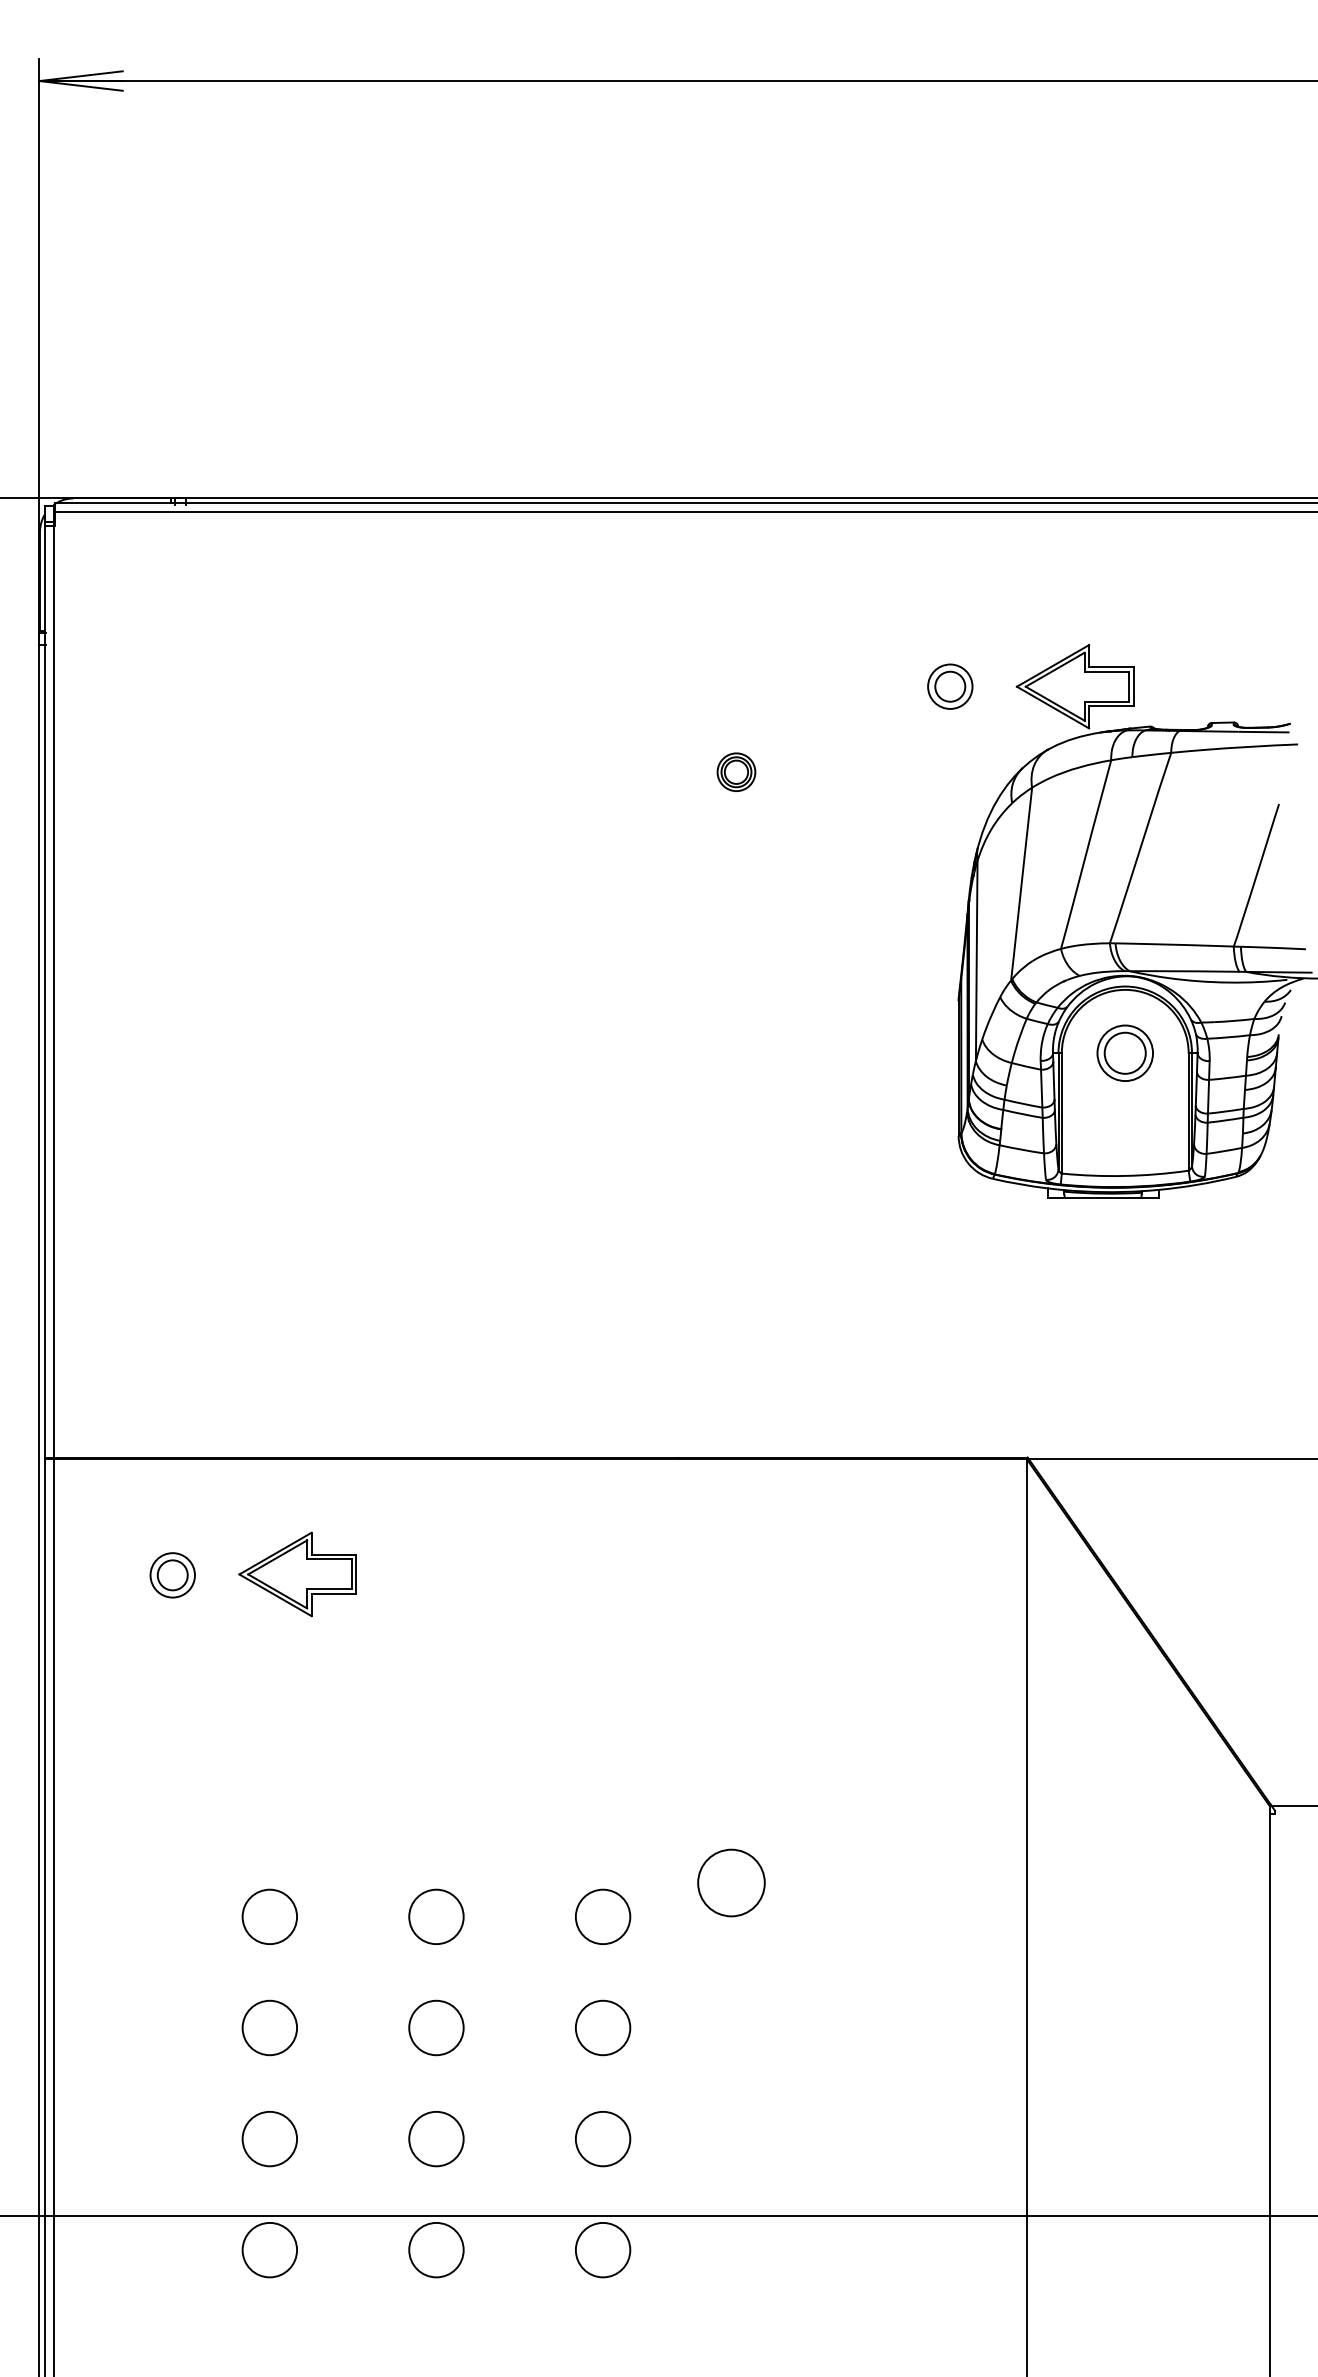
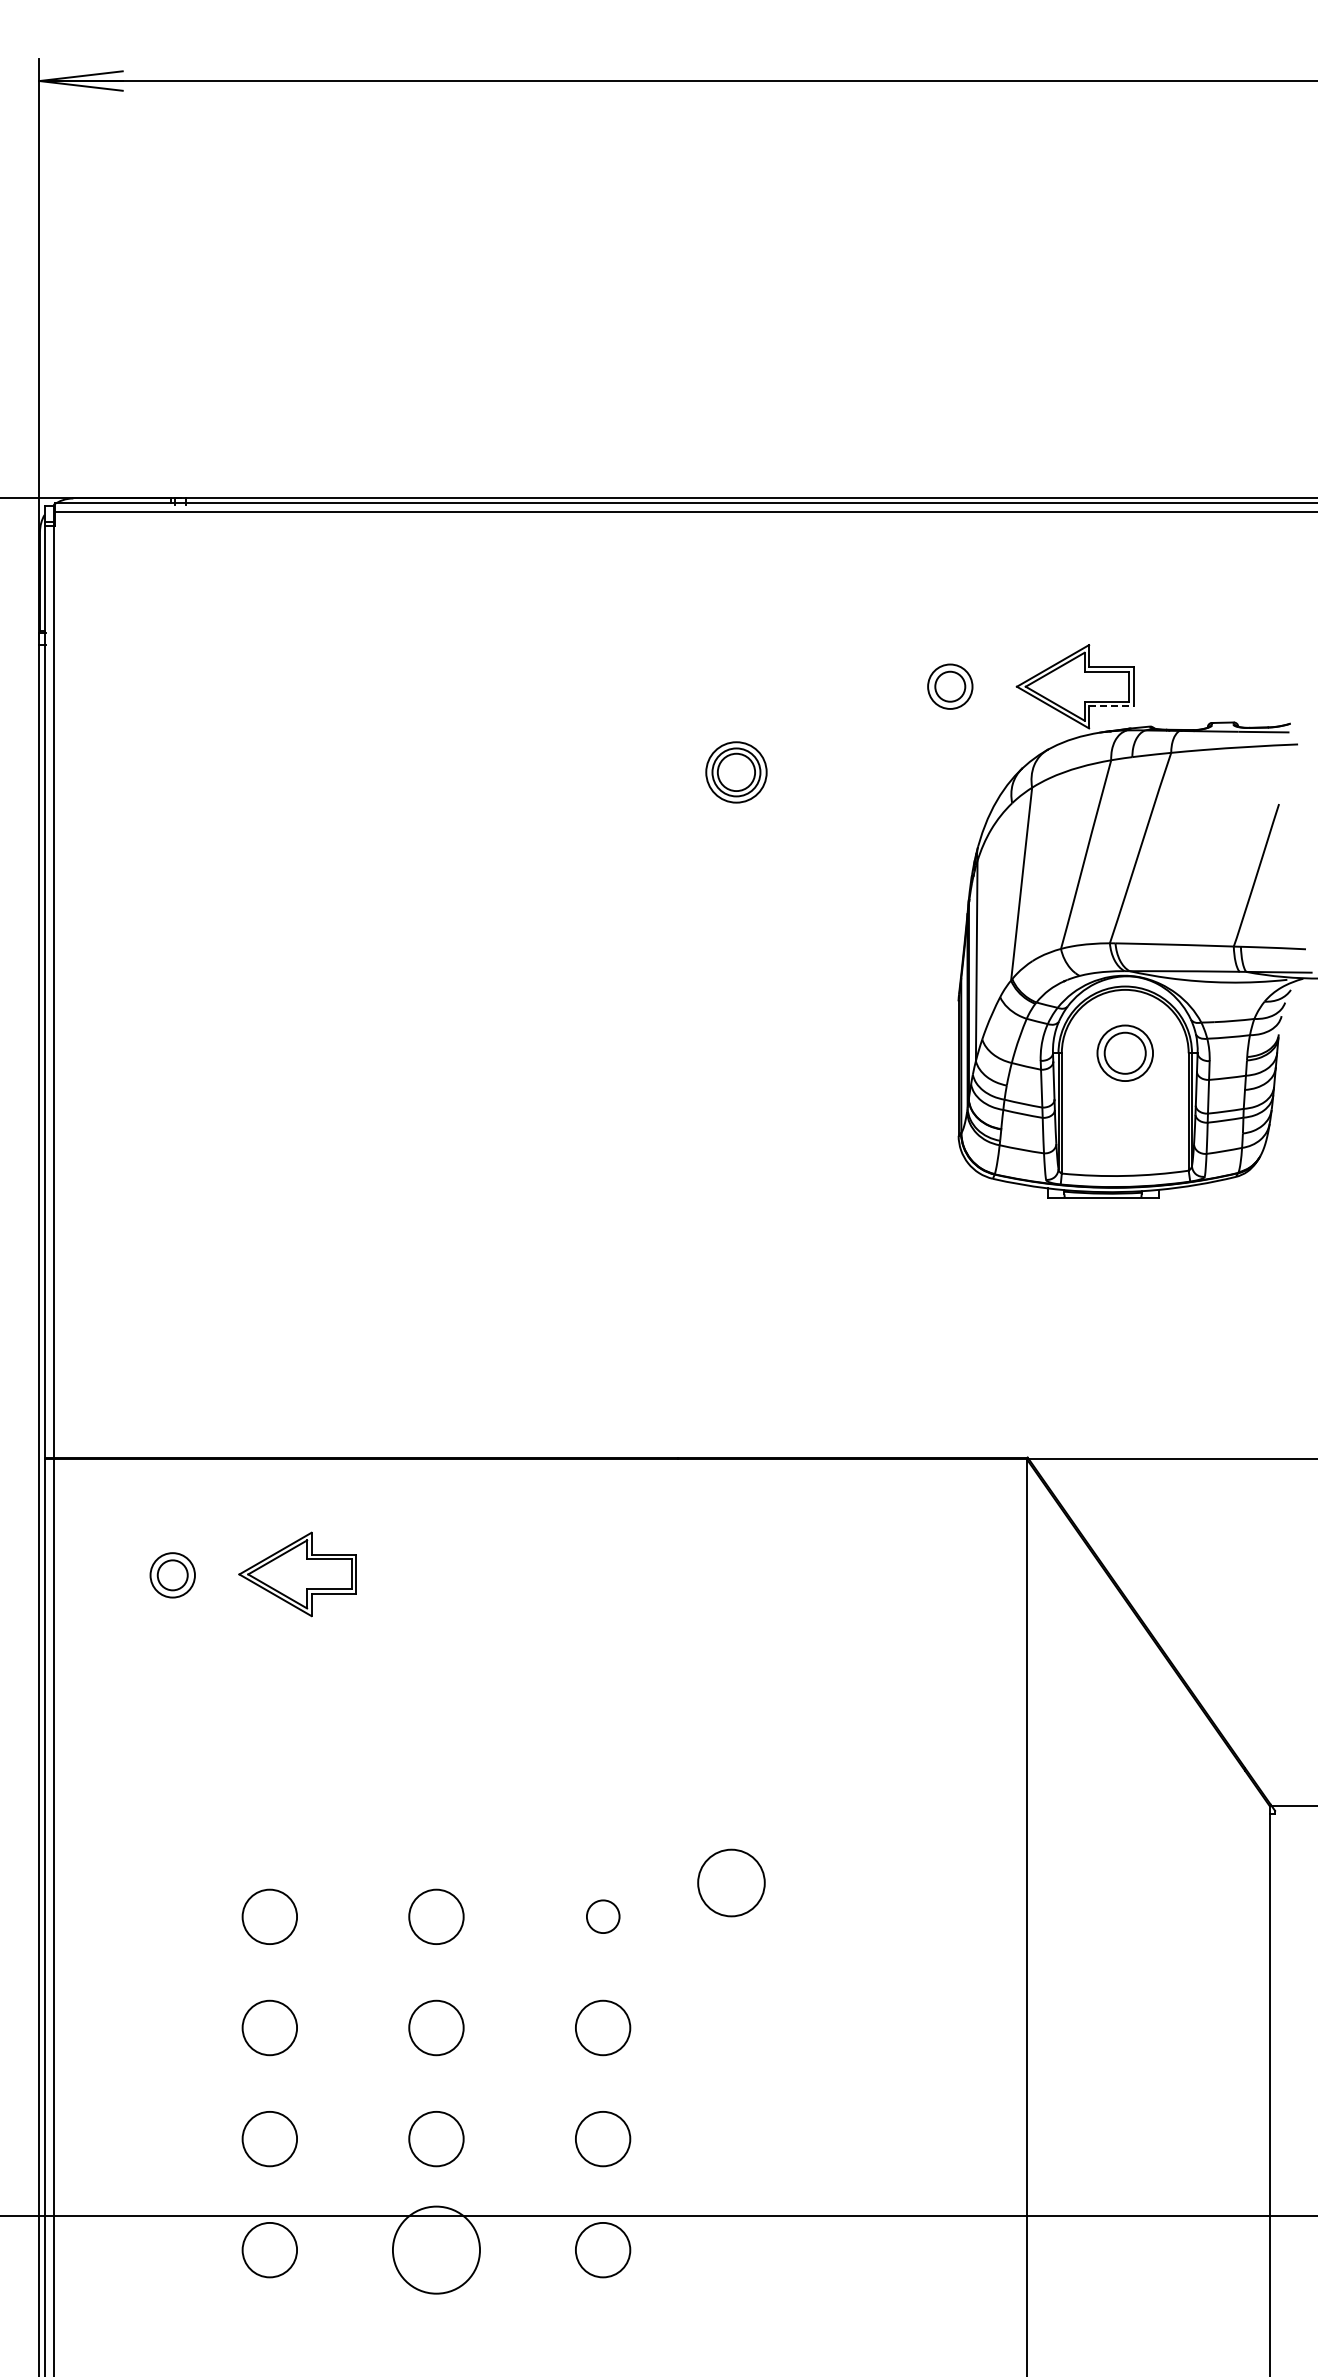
line at (1111, 706): solid -> dashed
part at (736, 771) size: 41x40 px -> 63x63 px
circle at (603, 1916) size: 57x57 px -> 35x35 px
circle at (436, 2249) diameter: 54 px -> 87 px
